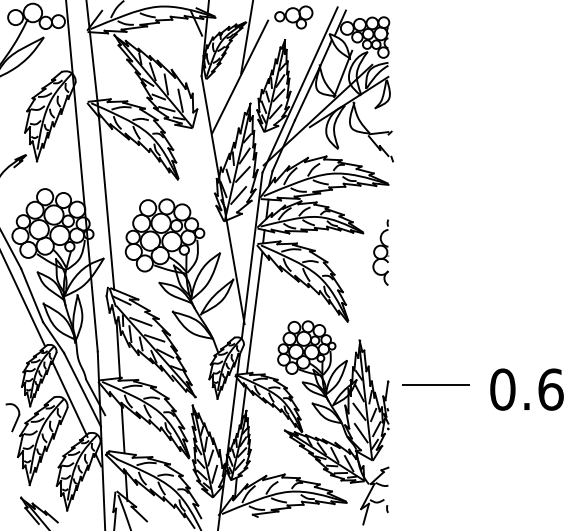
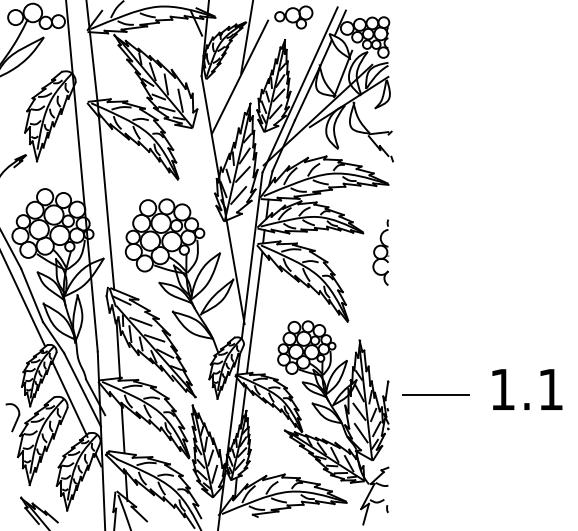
line at (435, 384) position: (435, 384) -> (435, 394)
text at (526, 389): 0.6 -> 1.1
